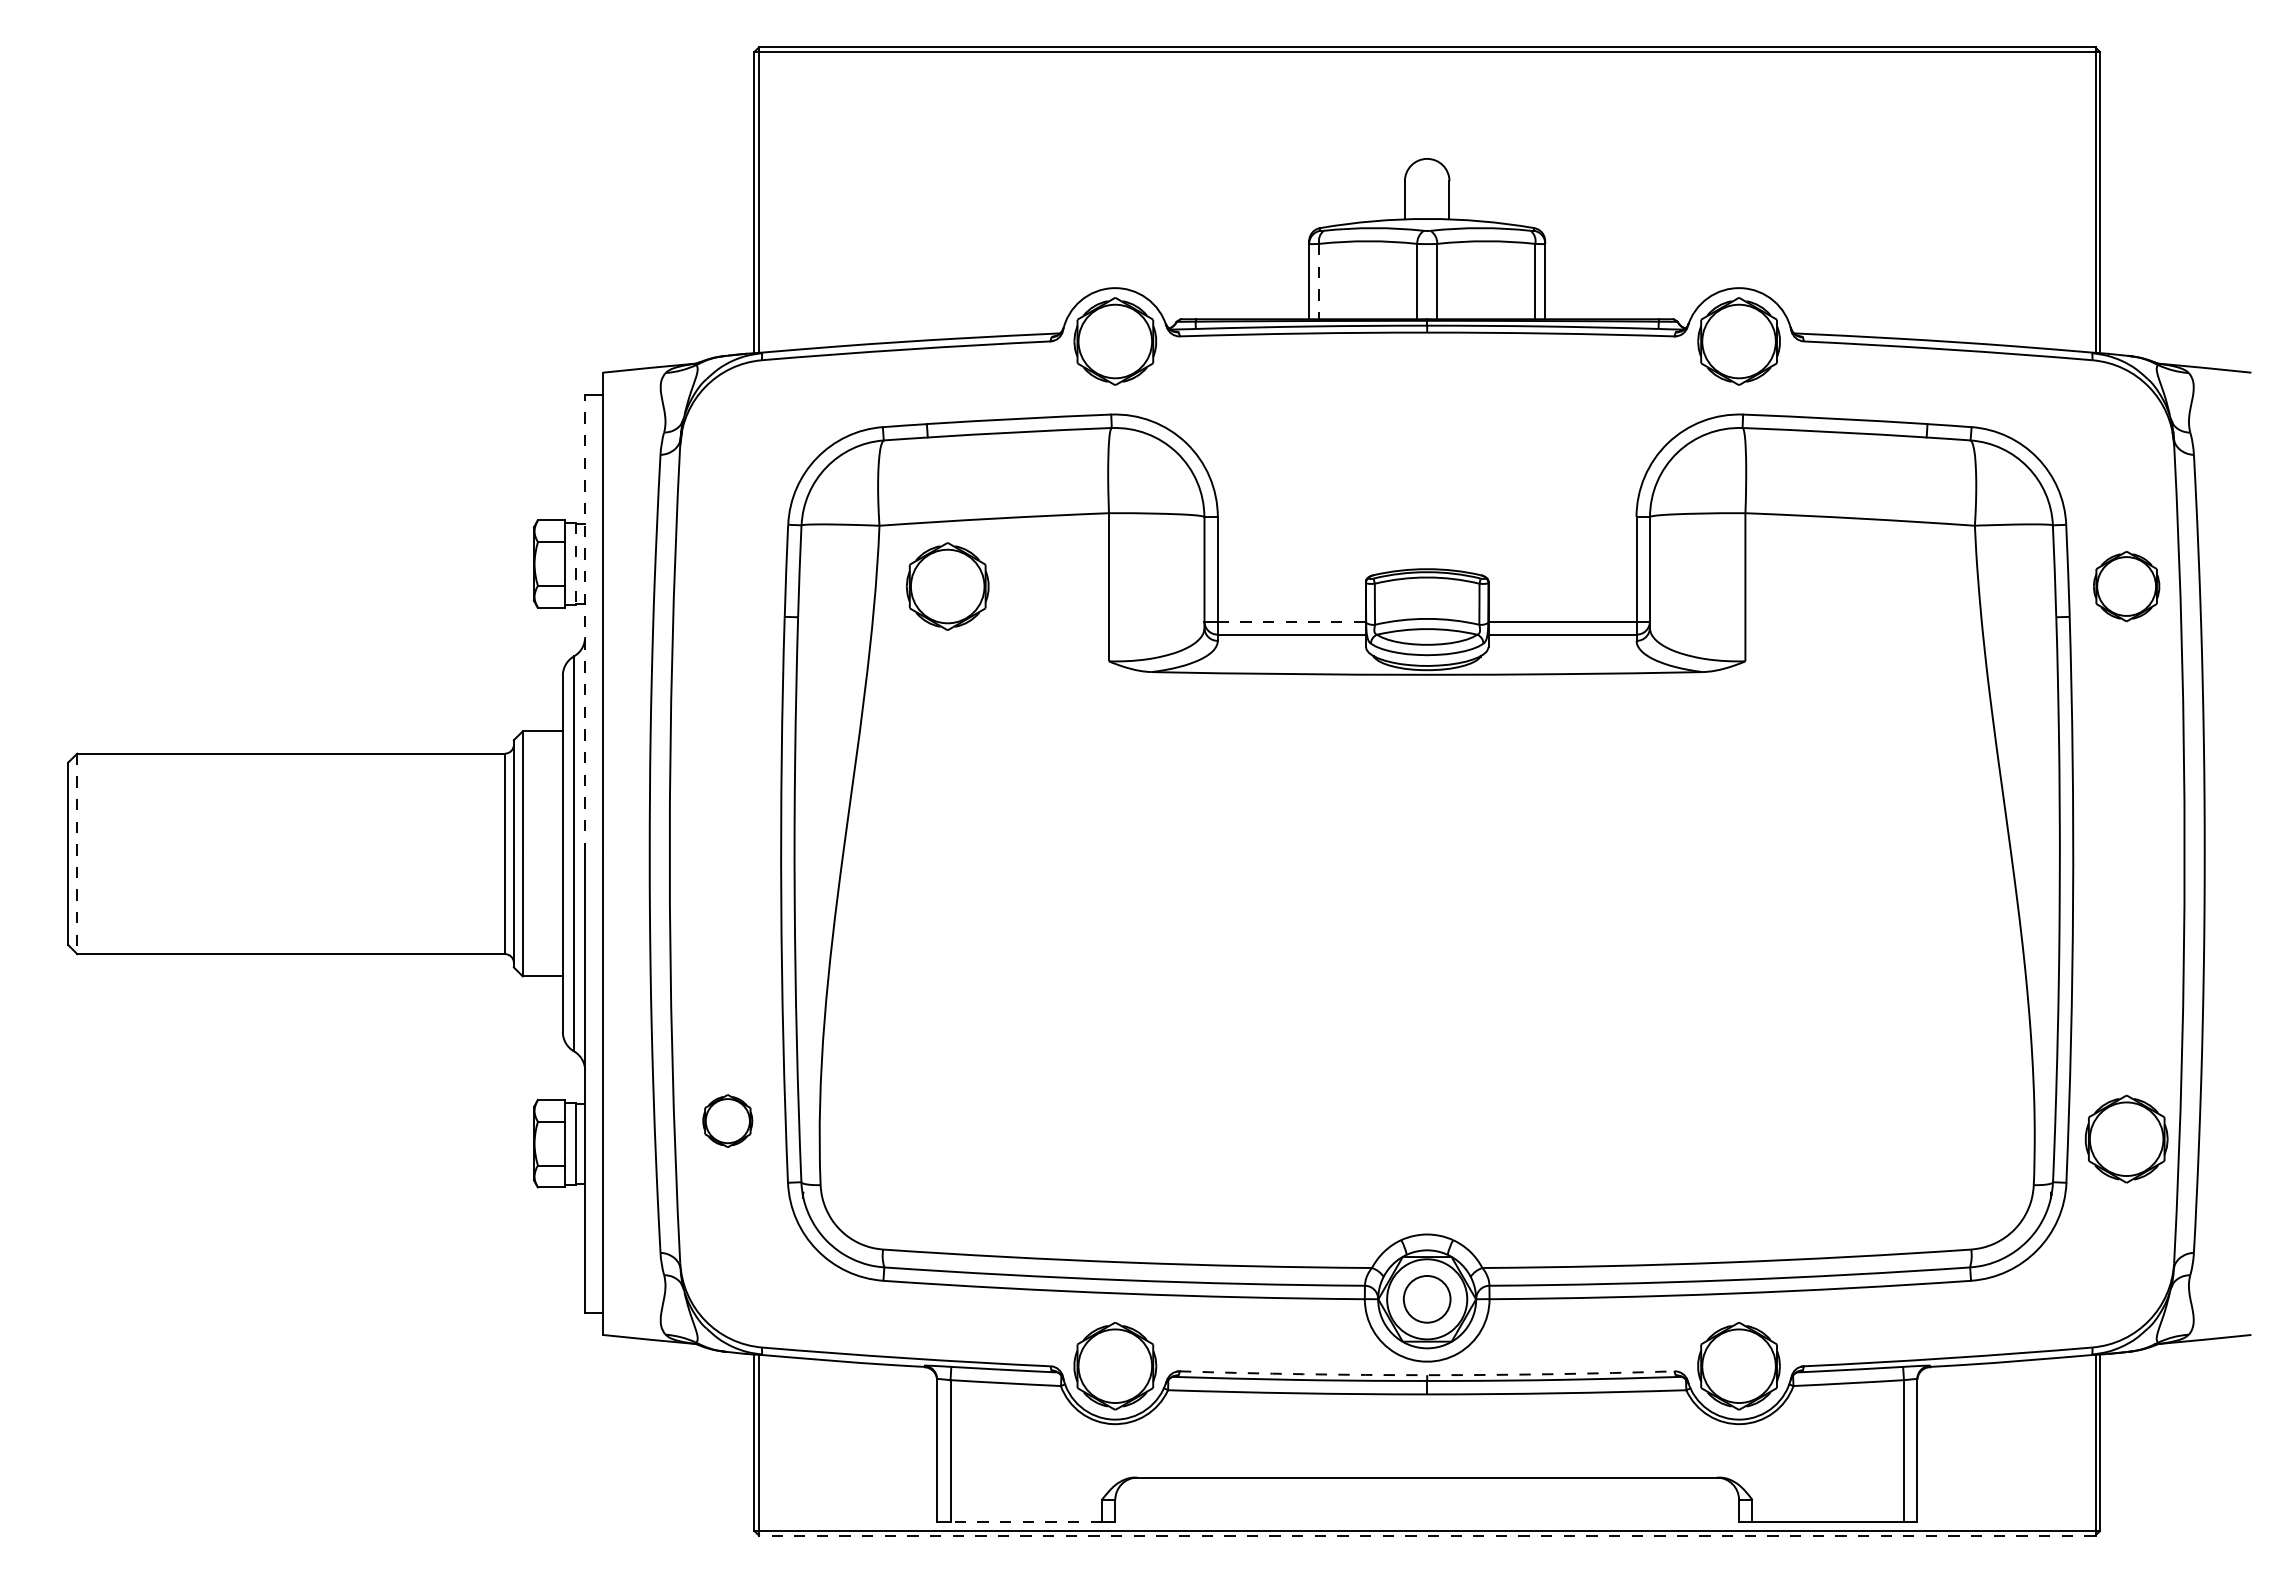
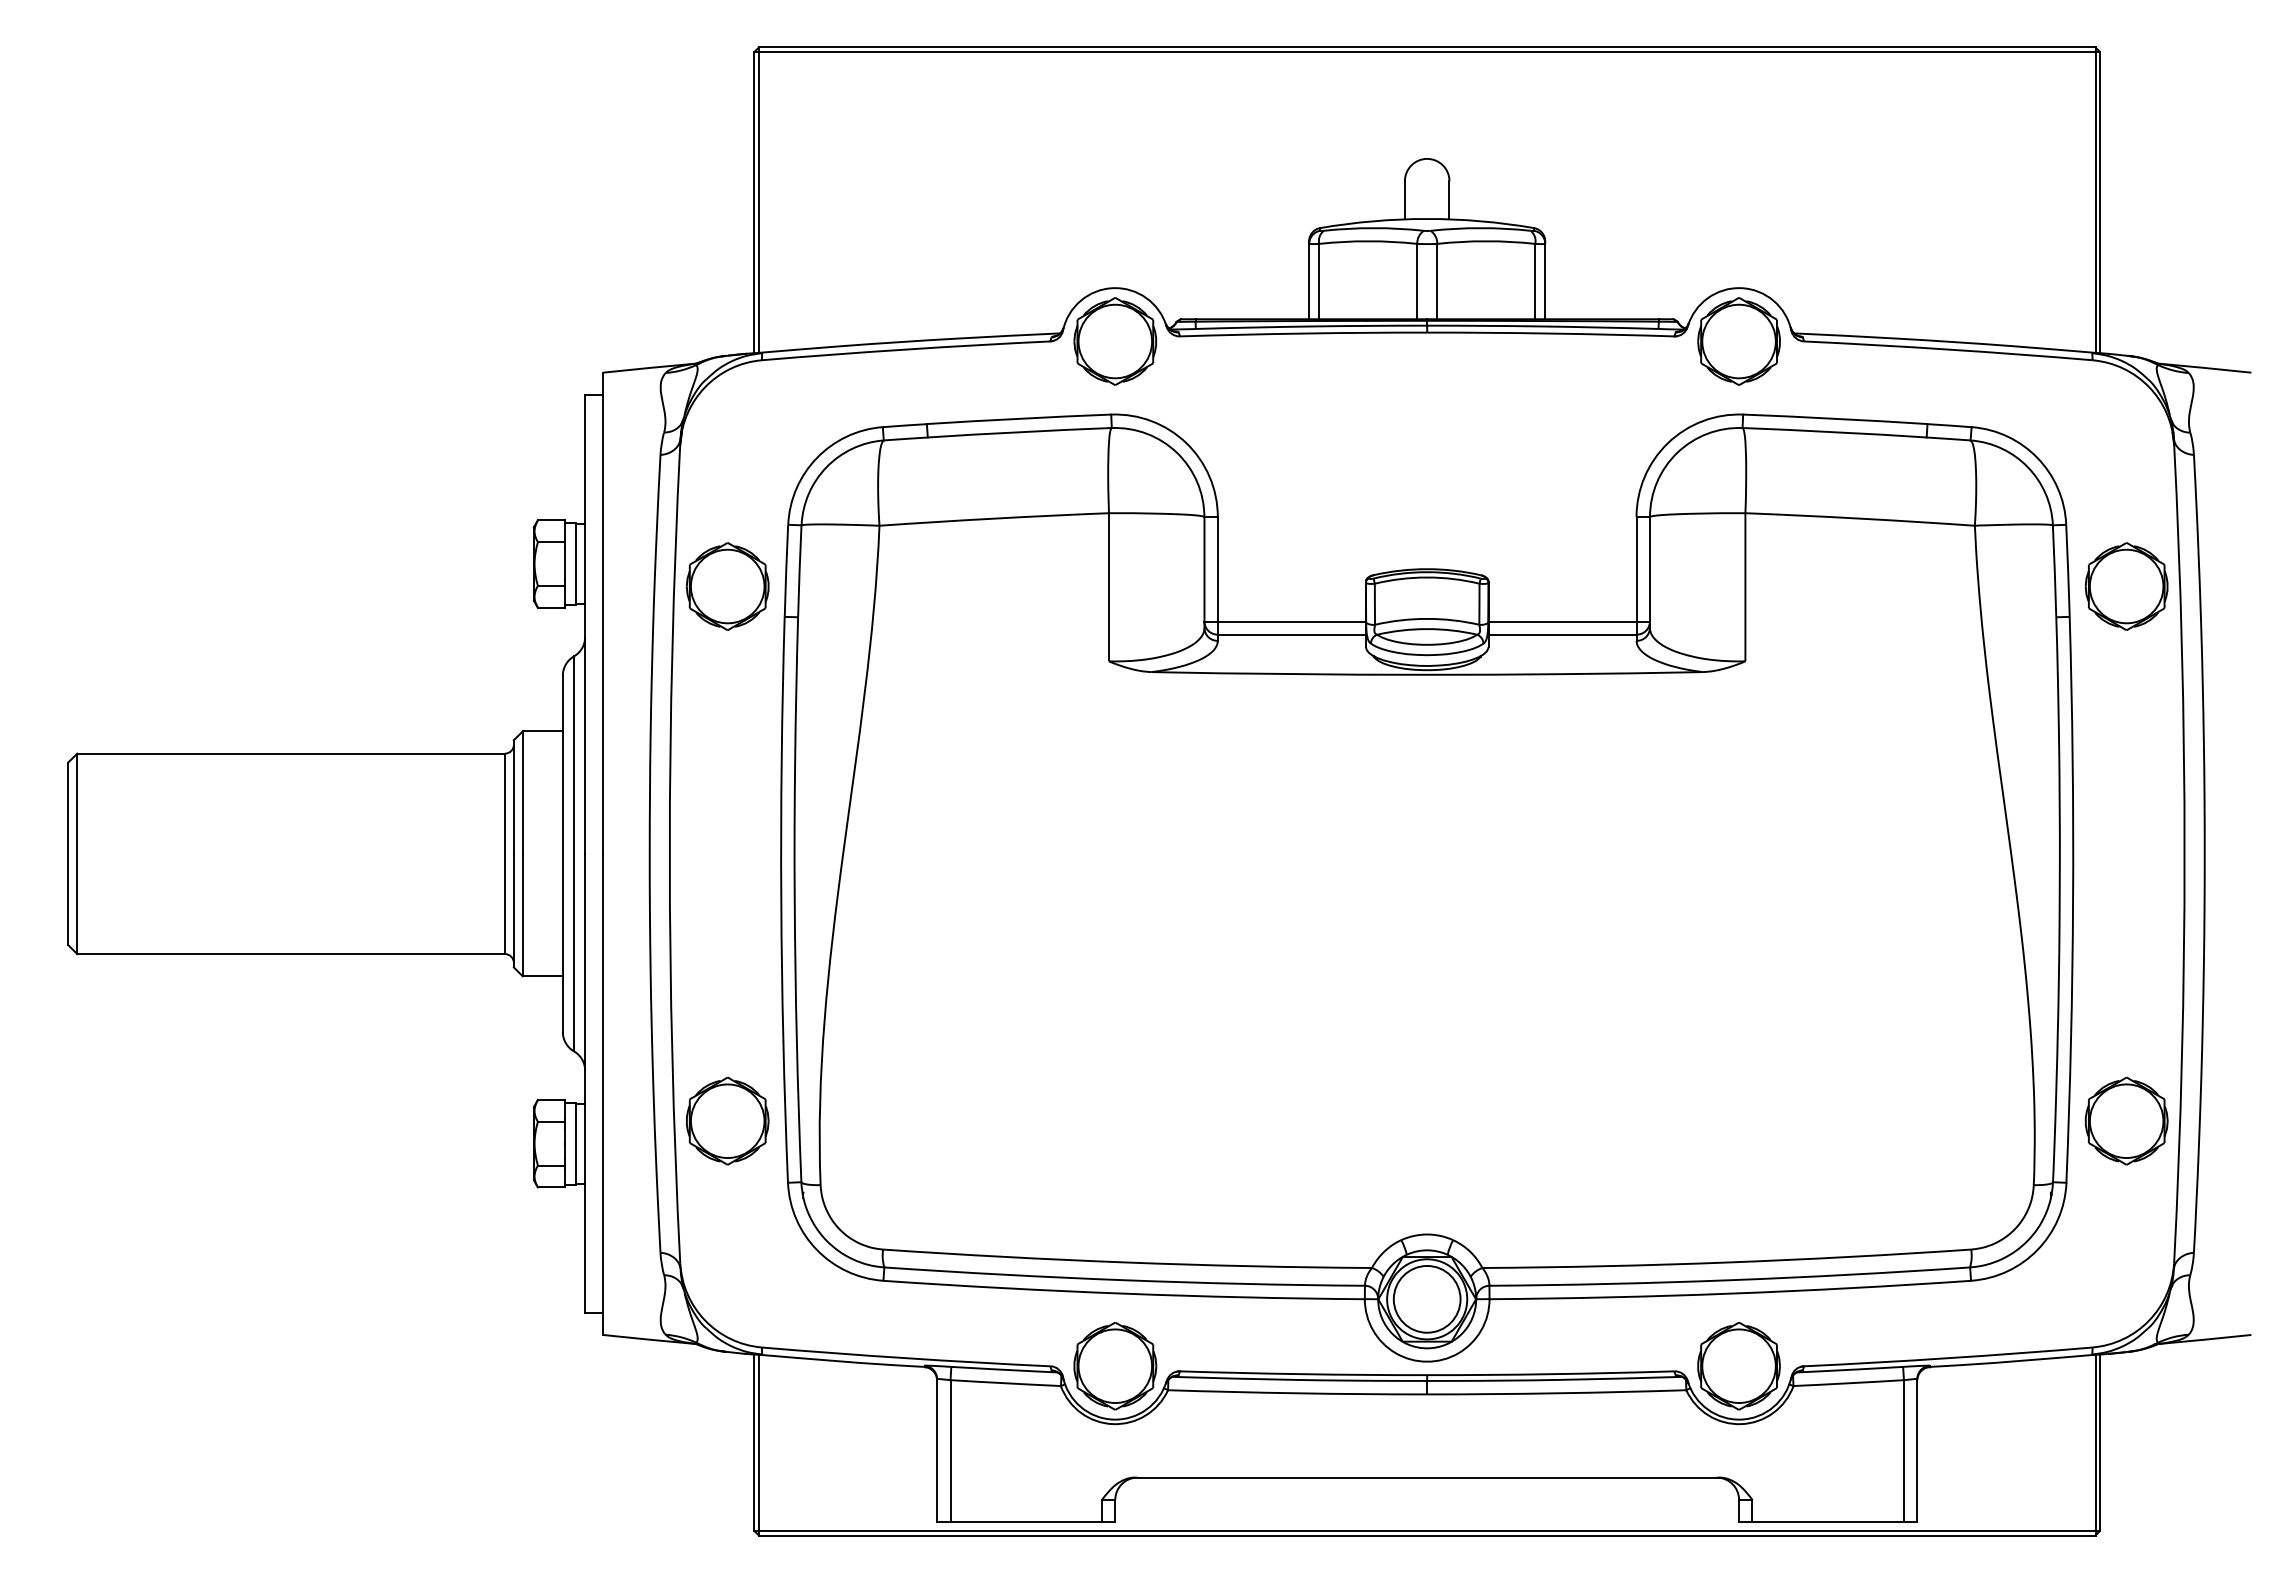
line at (1319, 281): dashed -> solid
line at (576, 564): dashed -> solid
part at (947, 586) position: (947, 586) -> (727, 586)
part at (2126, 586) size: 68x72 px -> 85x89 px
line at (1292, 621): dashed -> solid
line at (585, 623): dashed -> solid
line at (77, 854): dashed -> solid
part at (727, 1120) size: 52x54 px -> 84x90 px
part at (2126, 1138) position: (2126, 1138) -> (2126, 1120)
circle at (1426, 1298) diameter: 47 px -> 67 px
arc at (1427, 1375): dashed -> solid
line at (1026, 1522): dashed -> solid
line at (1426, 1535): dashed -> solid
